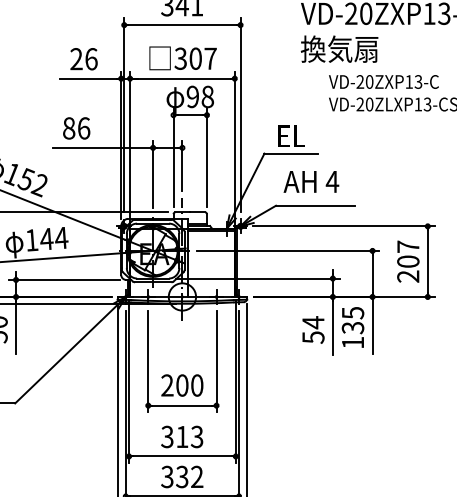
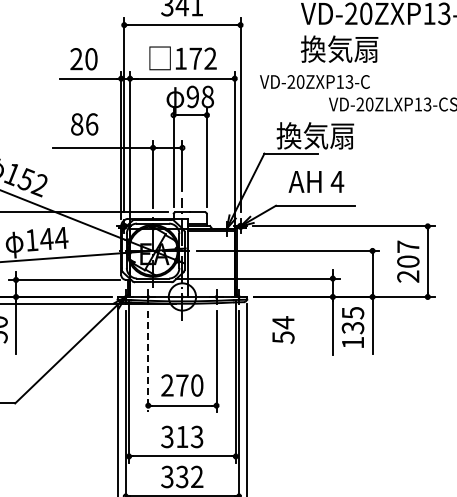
text at (195, 58): 307 -> 172
text at (91, 59): 26 -> 20
text at (383, 81) position: (383, 81) -> (314, 81)
text at (76, 128) position: (76, 128) -> (84, 124)
text at (315, 135): EL -> 換気扇
text at (311, 181) position: (311, 181) -> (316, 181)
text at (313, 329) position: (313, 329) -> (283, 329)
line at (148, 361): solid -> dashed
text at (182, 385): 200 -> 270
